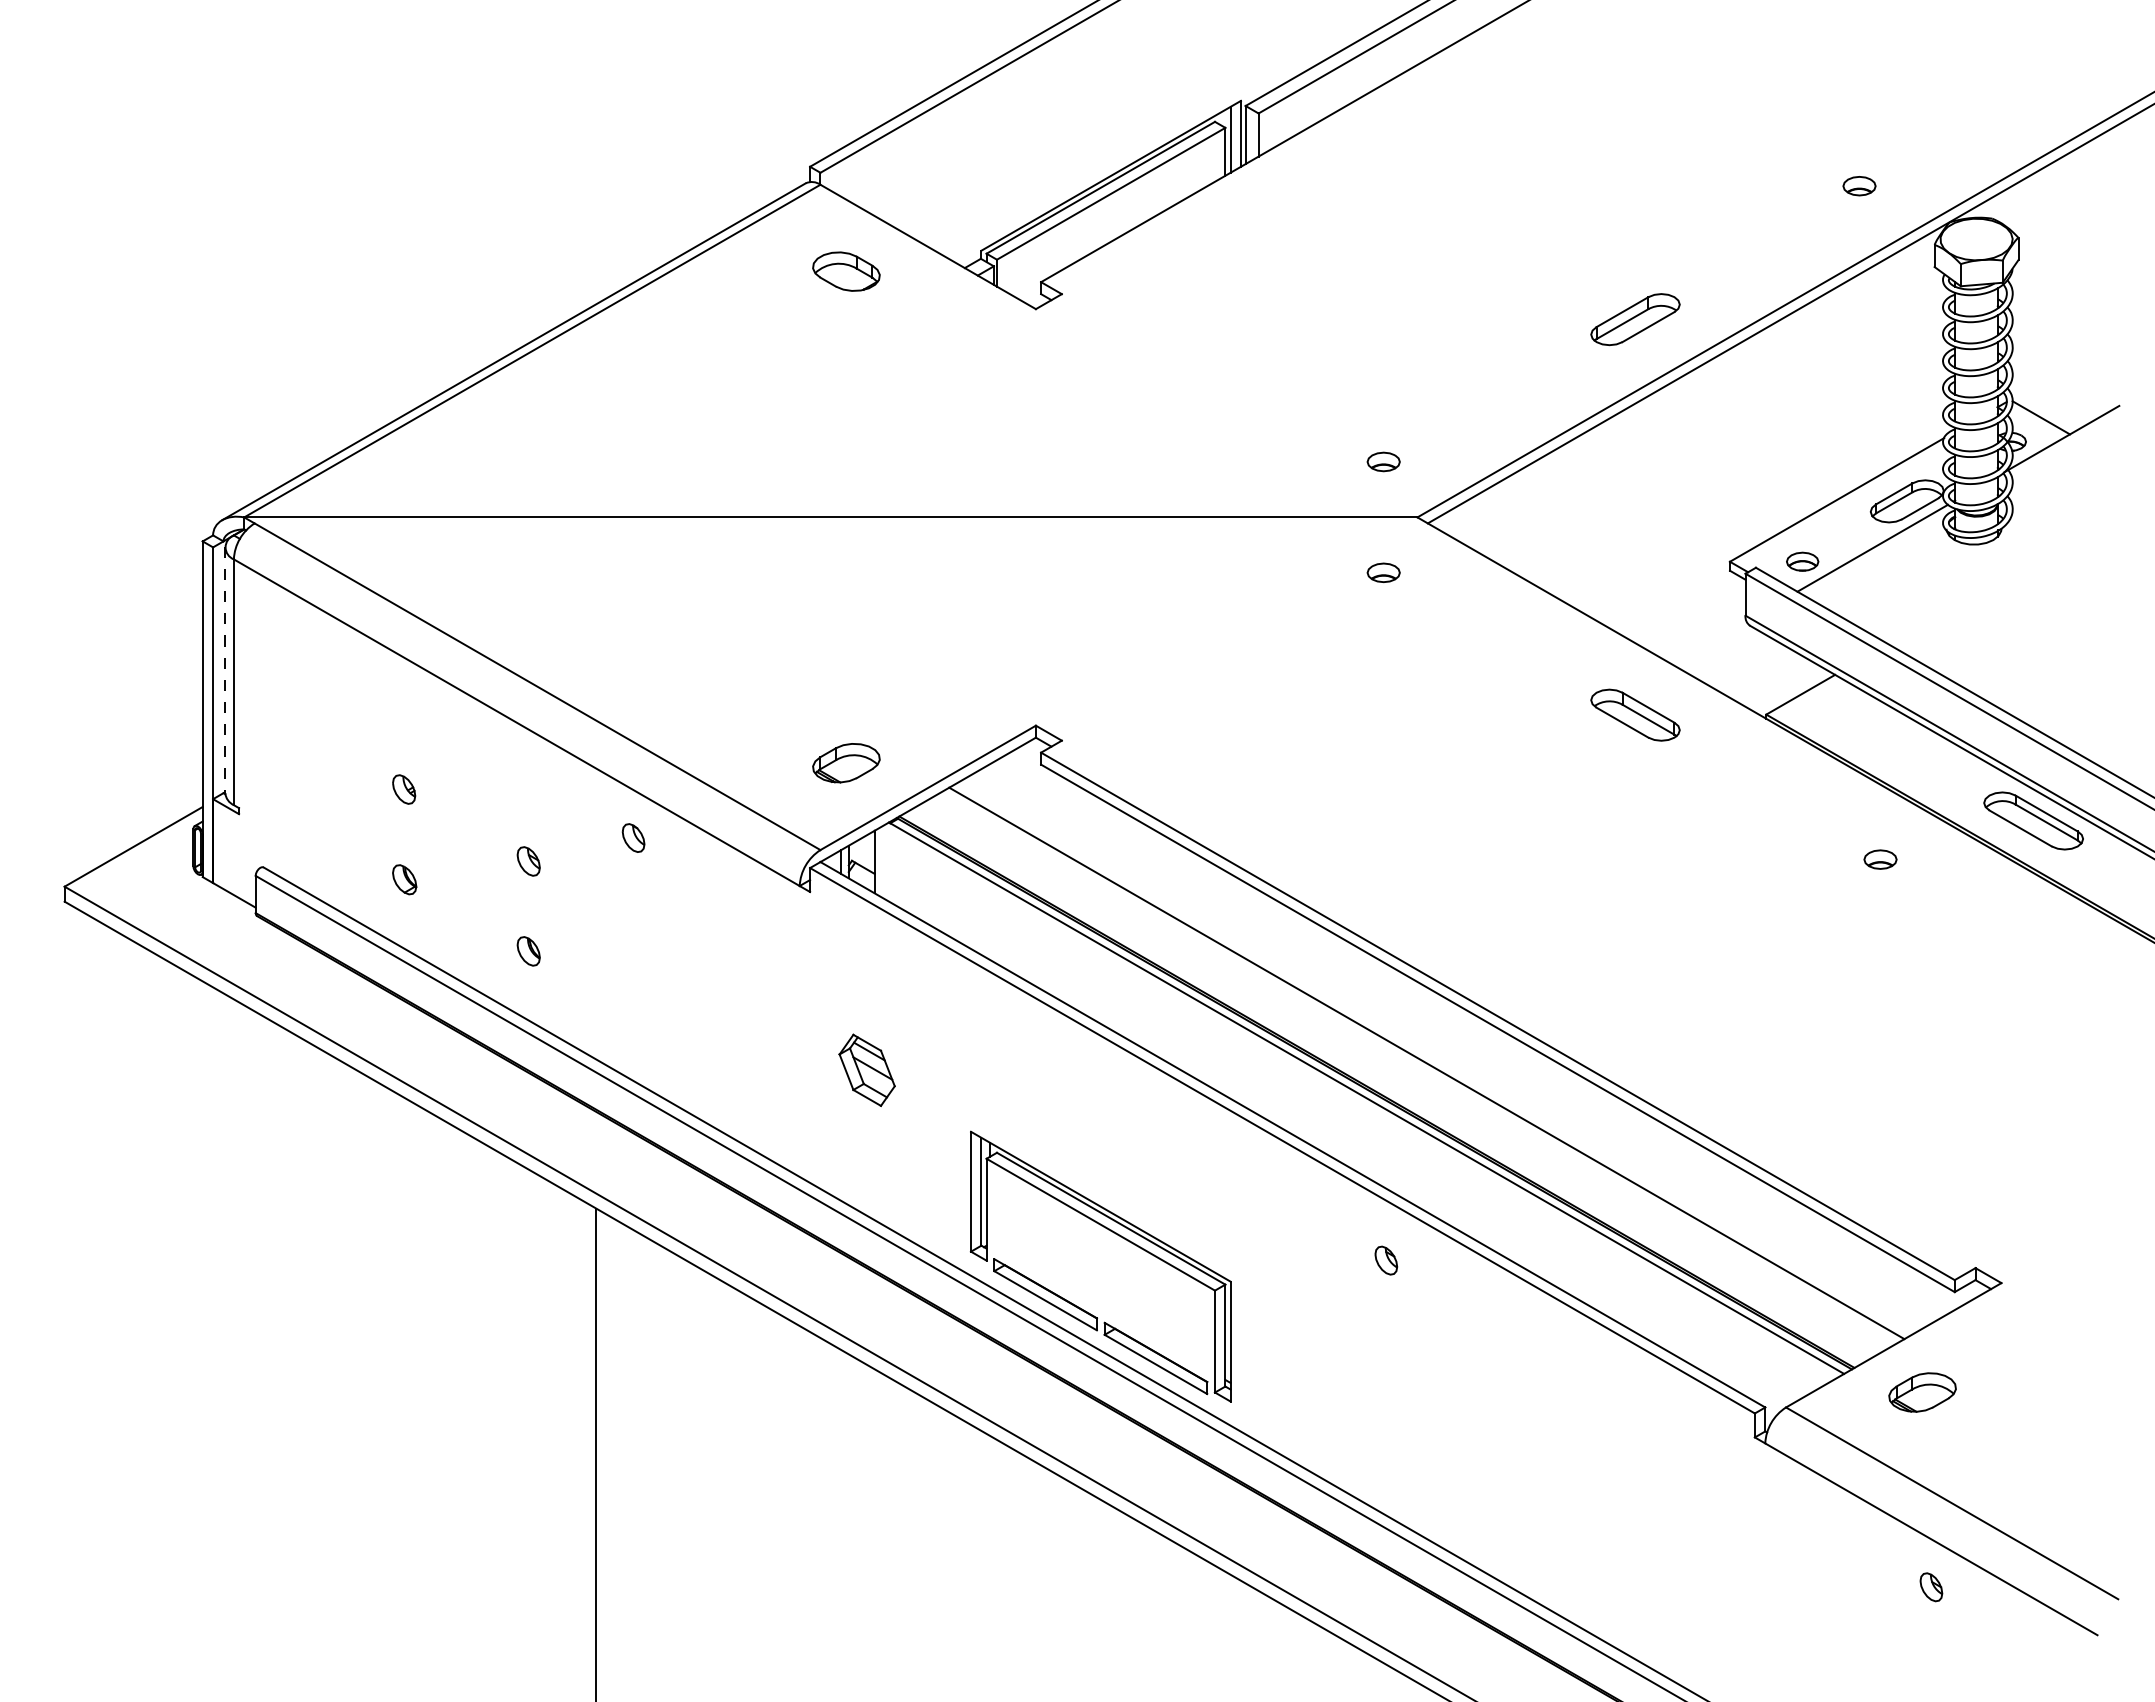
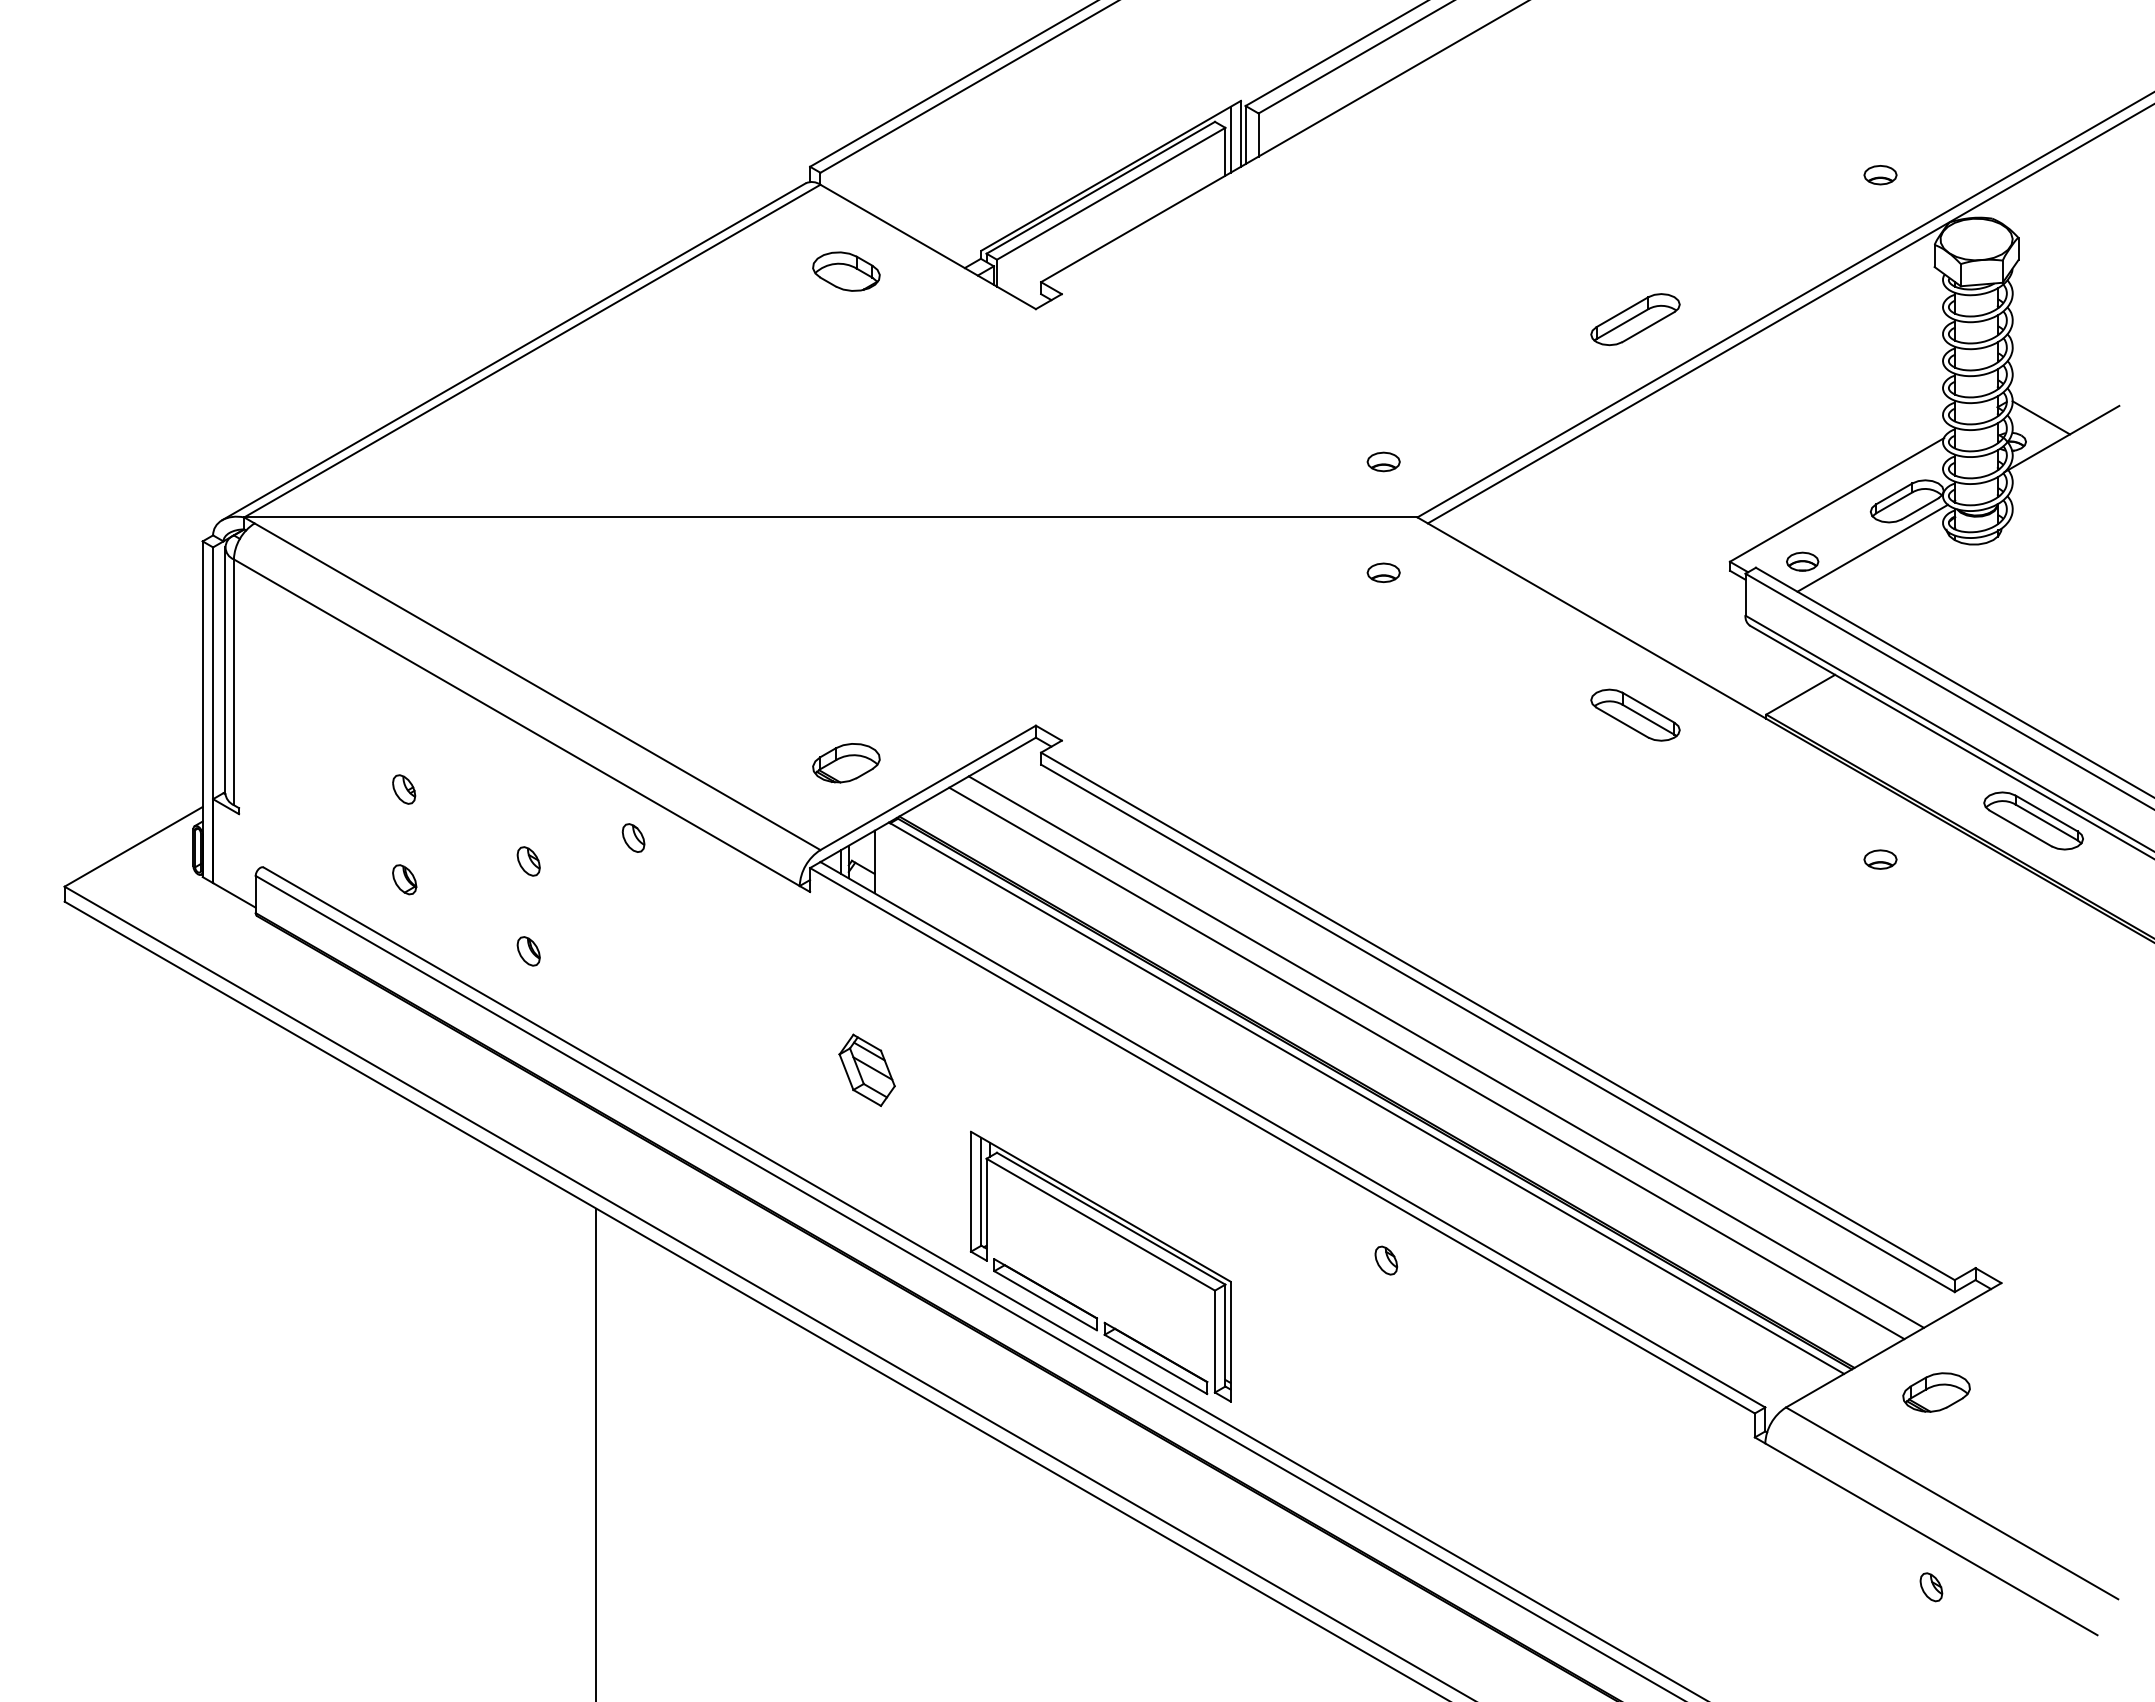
part at (1859, 186) position: (1859, 186) -> (1880, 175)
line at (225, 670): dashed -> solid
line at (1445, 1051): none -> present
part at (1922, 1392) position: (1922, 1392) -> (1936, 1392)
